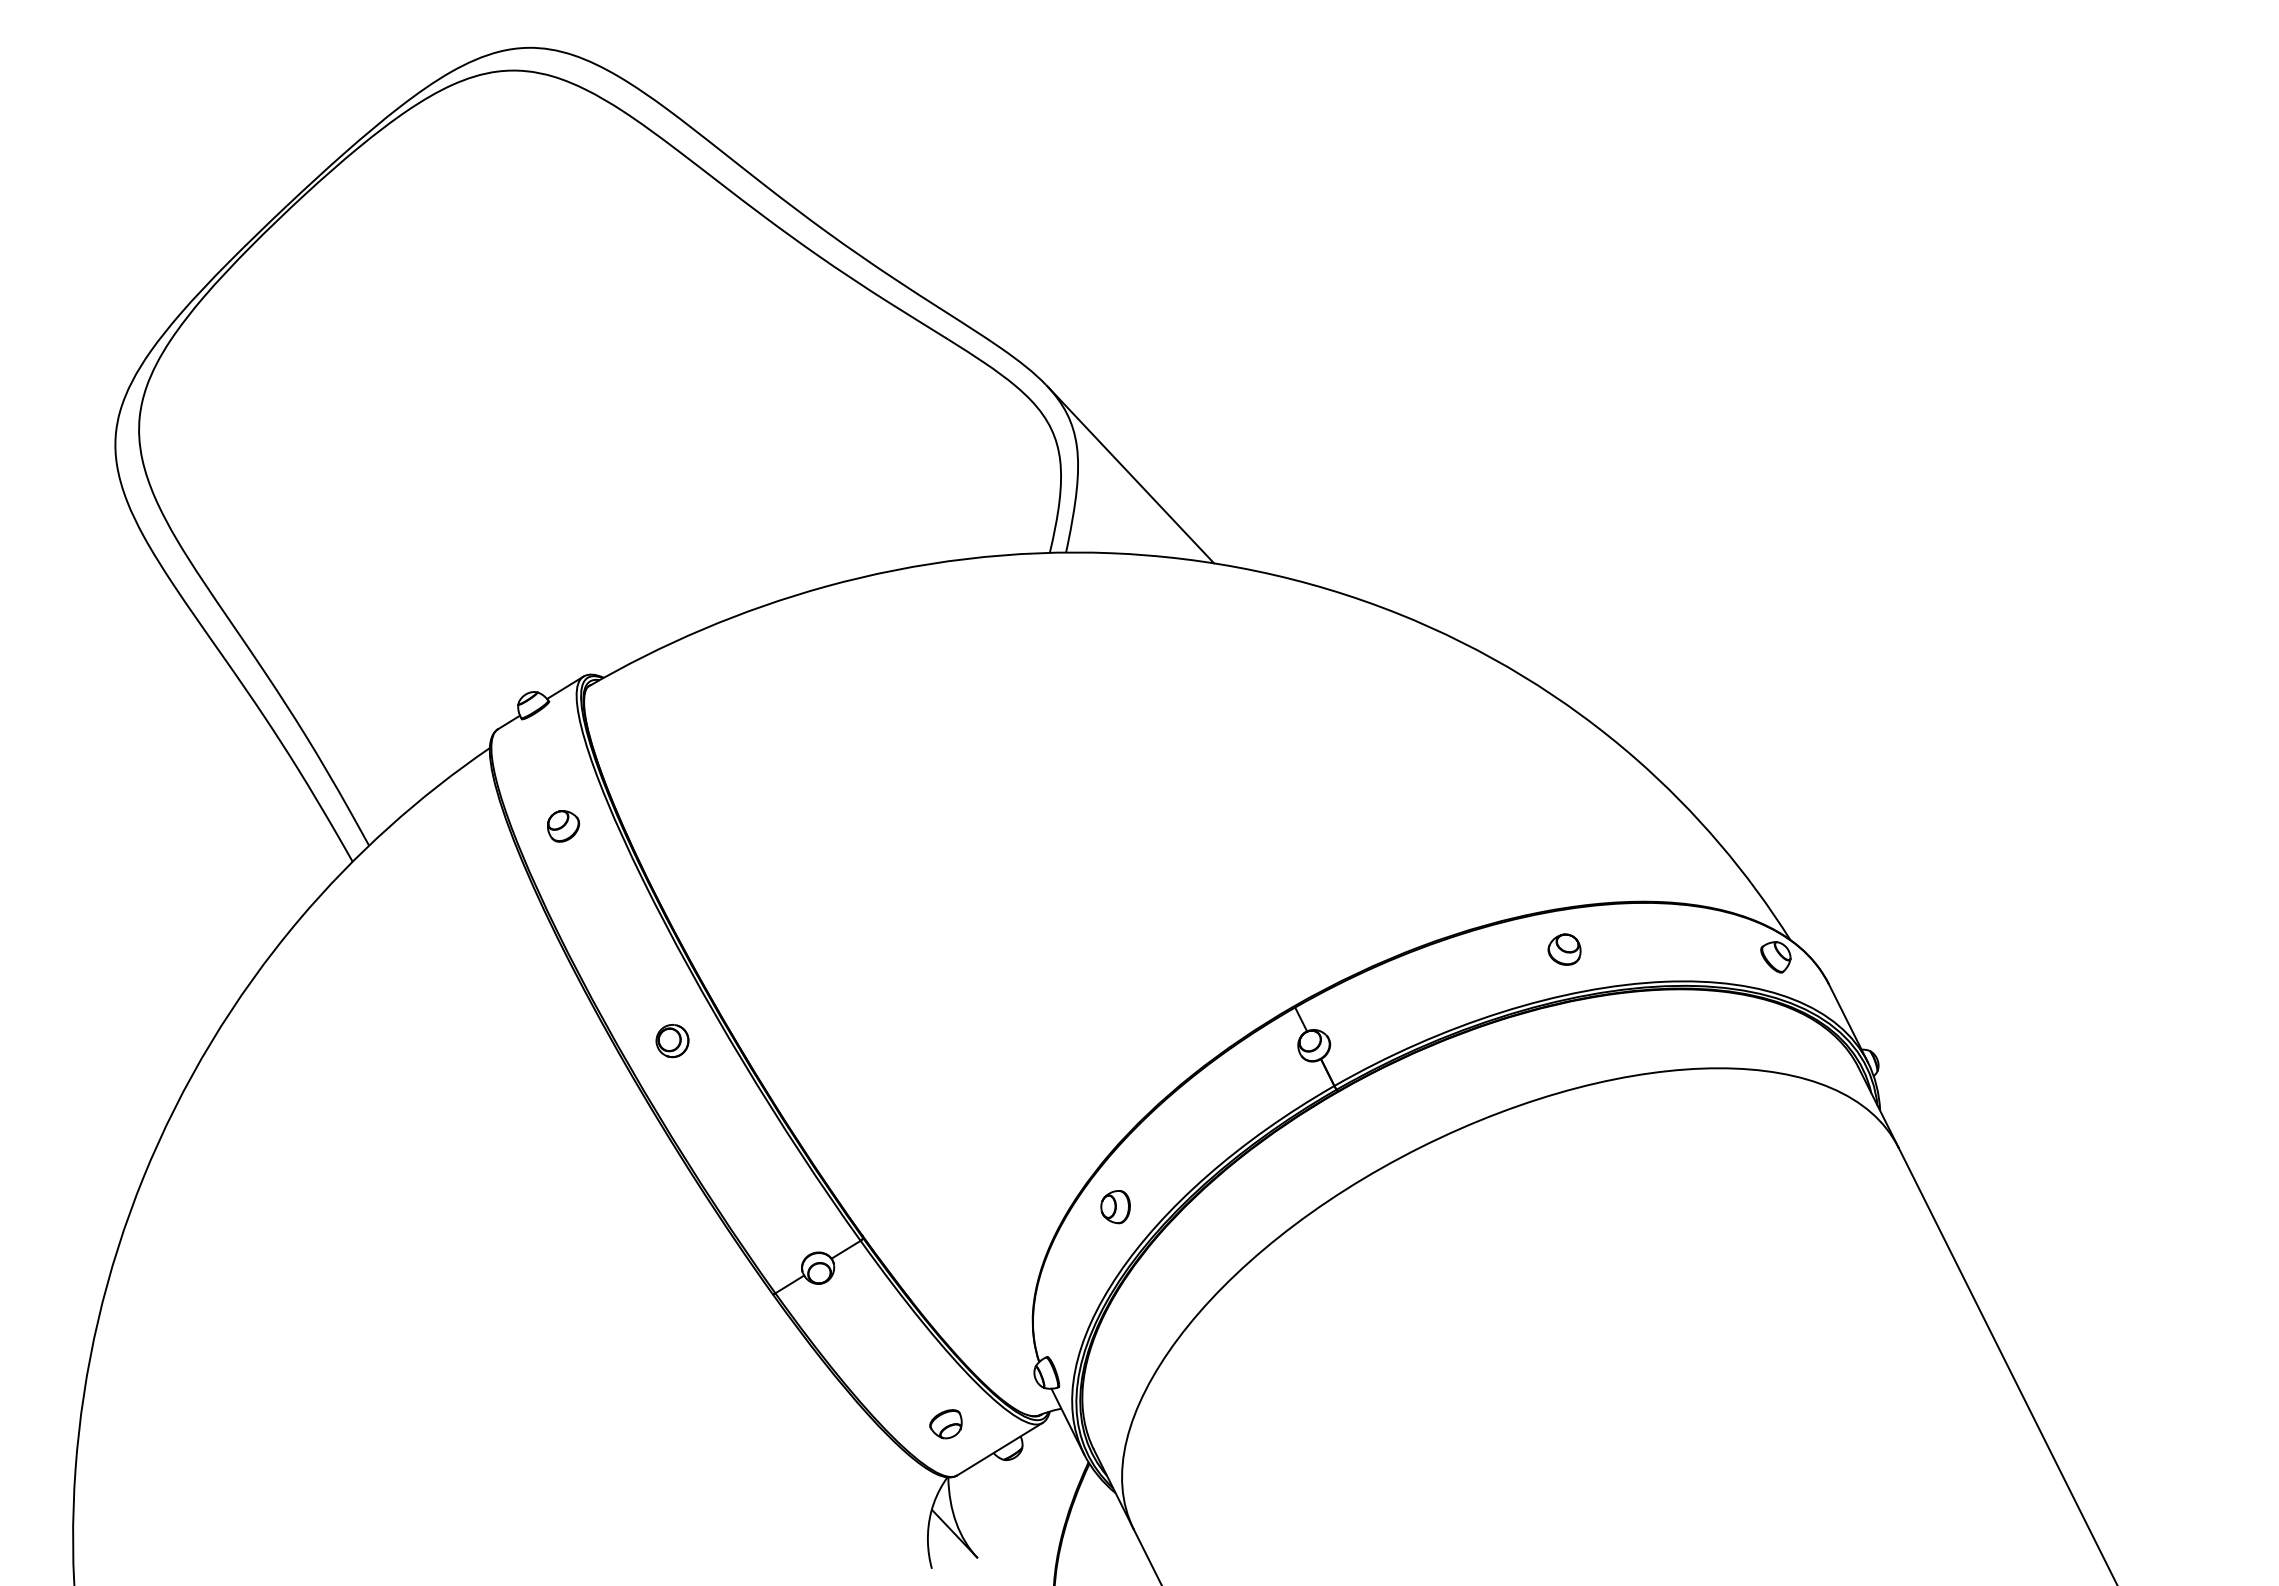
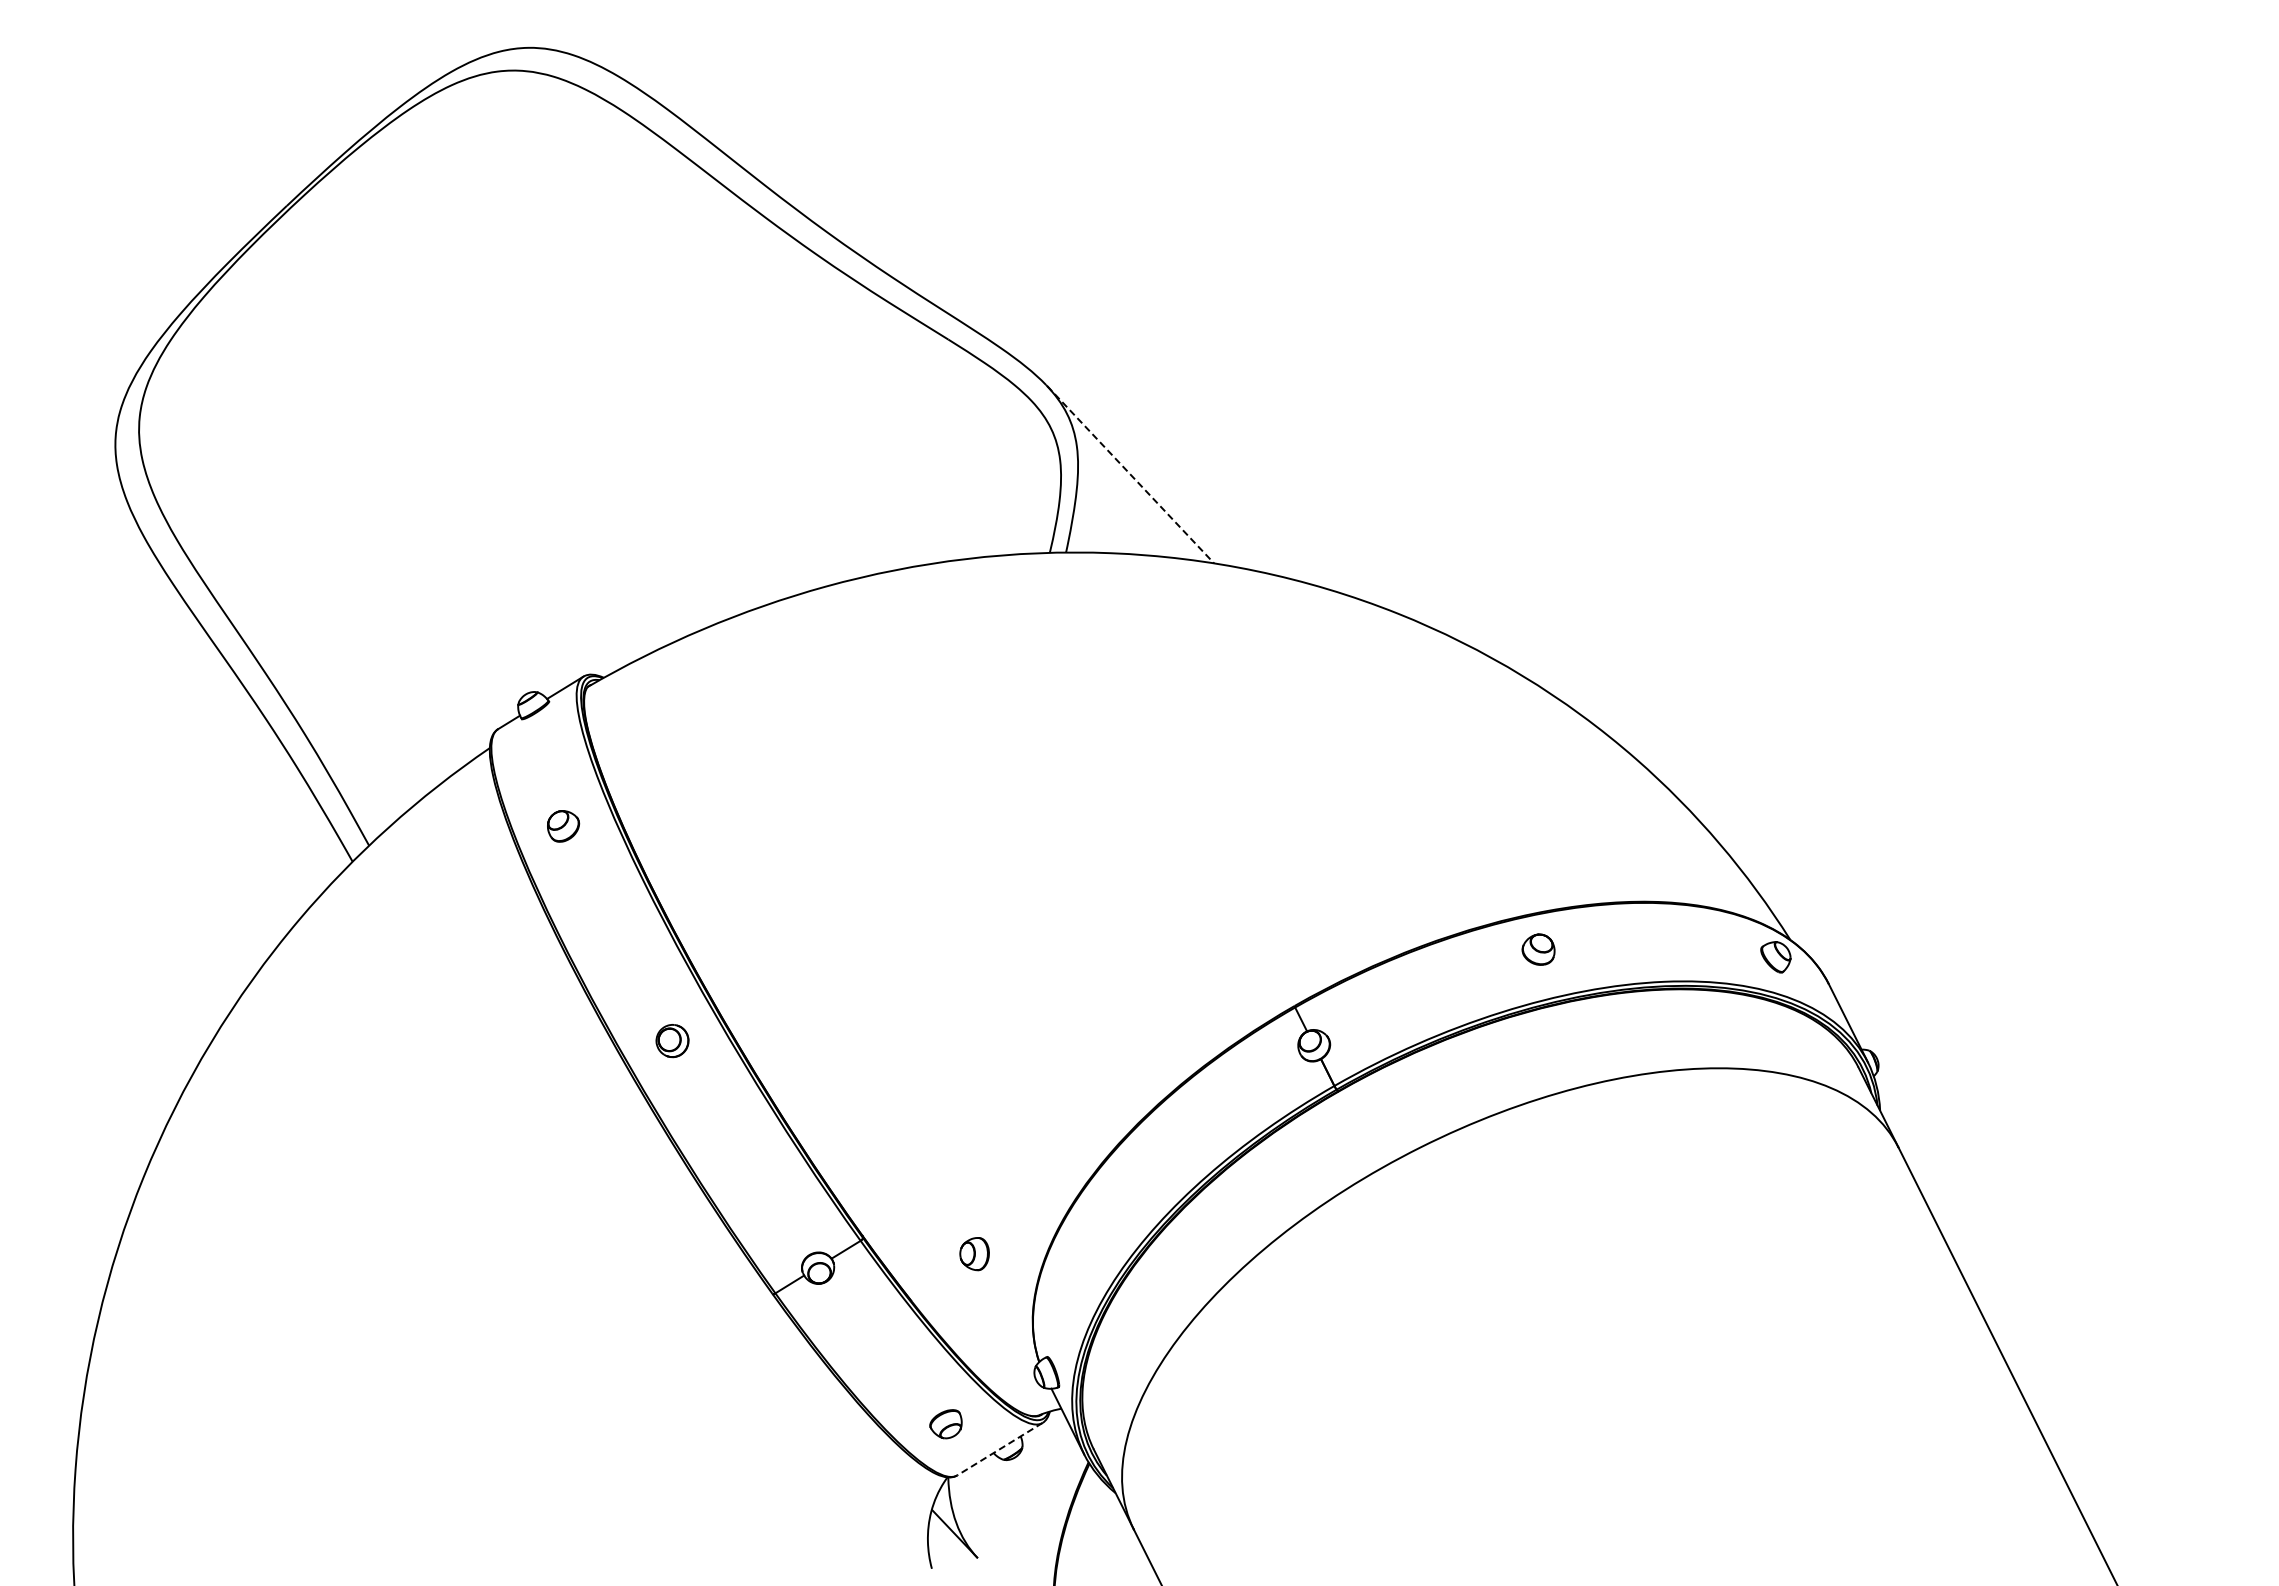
line at (1130, 474): solid -> dashed
part at (1564, 949) position: (1564, 949) -> (1538, 949)
part at (1115, 1207) position: (1115, 1207) -> (974, 1254)
line at (999, 1449): solid -> dashed
